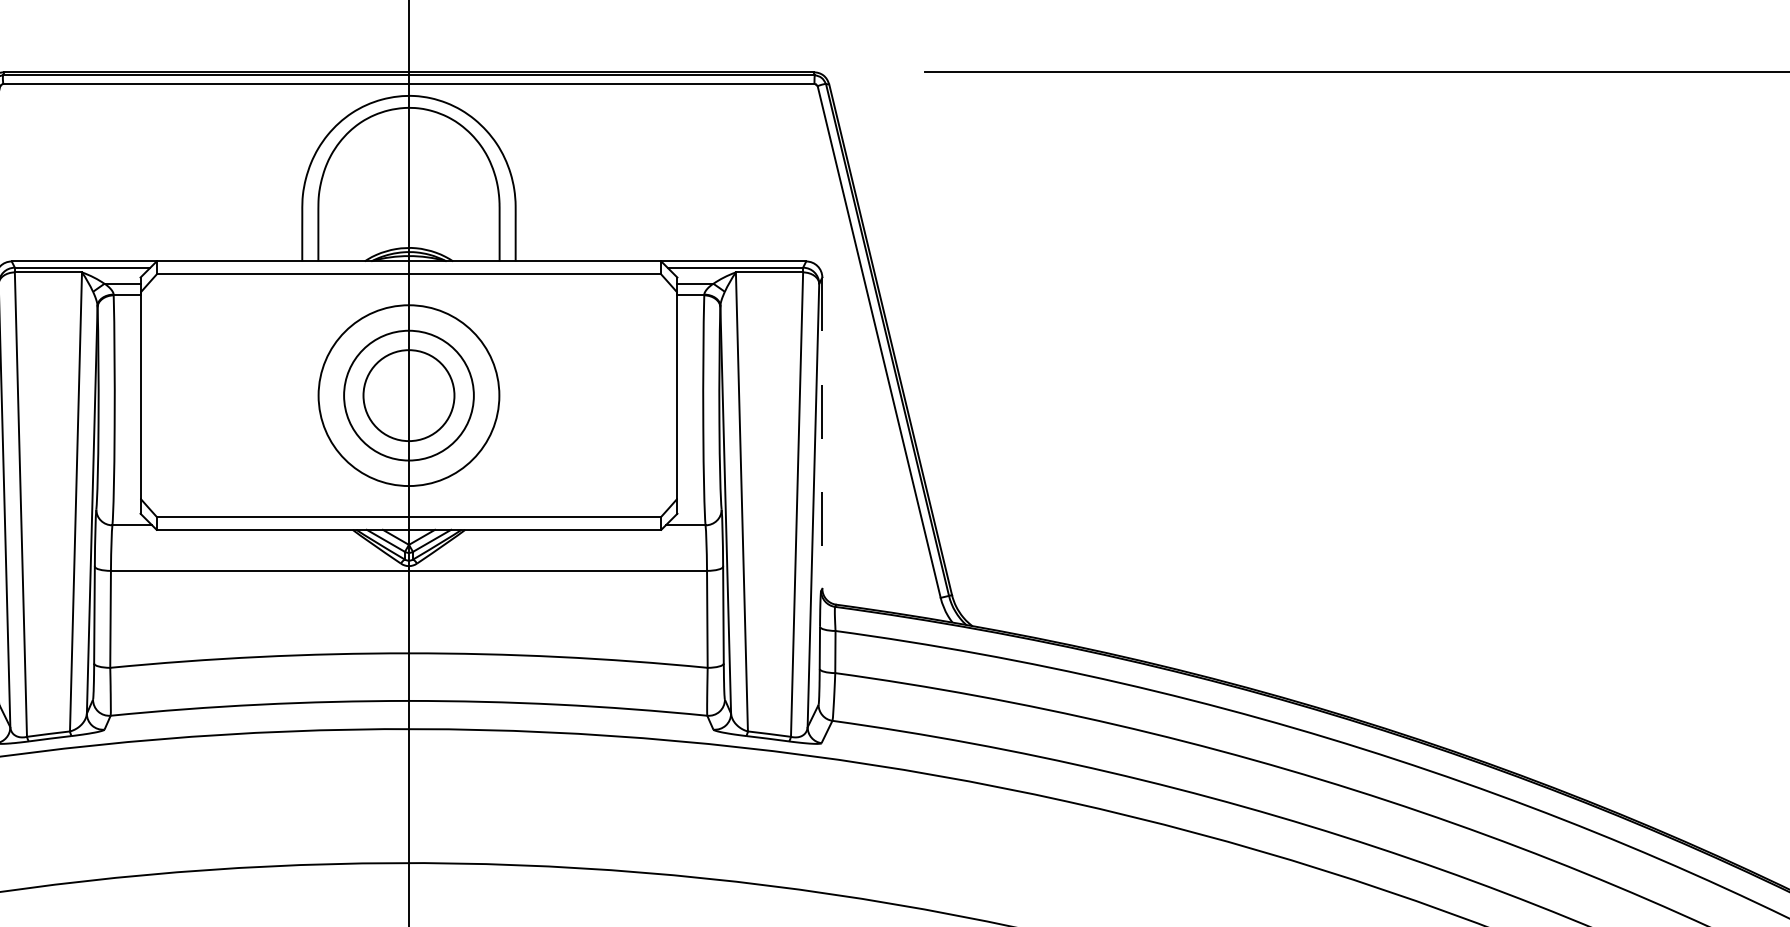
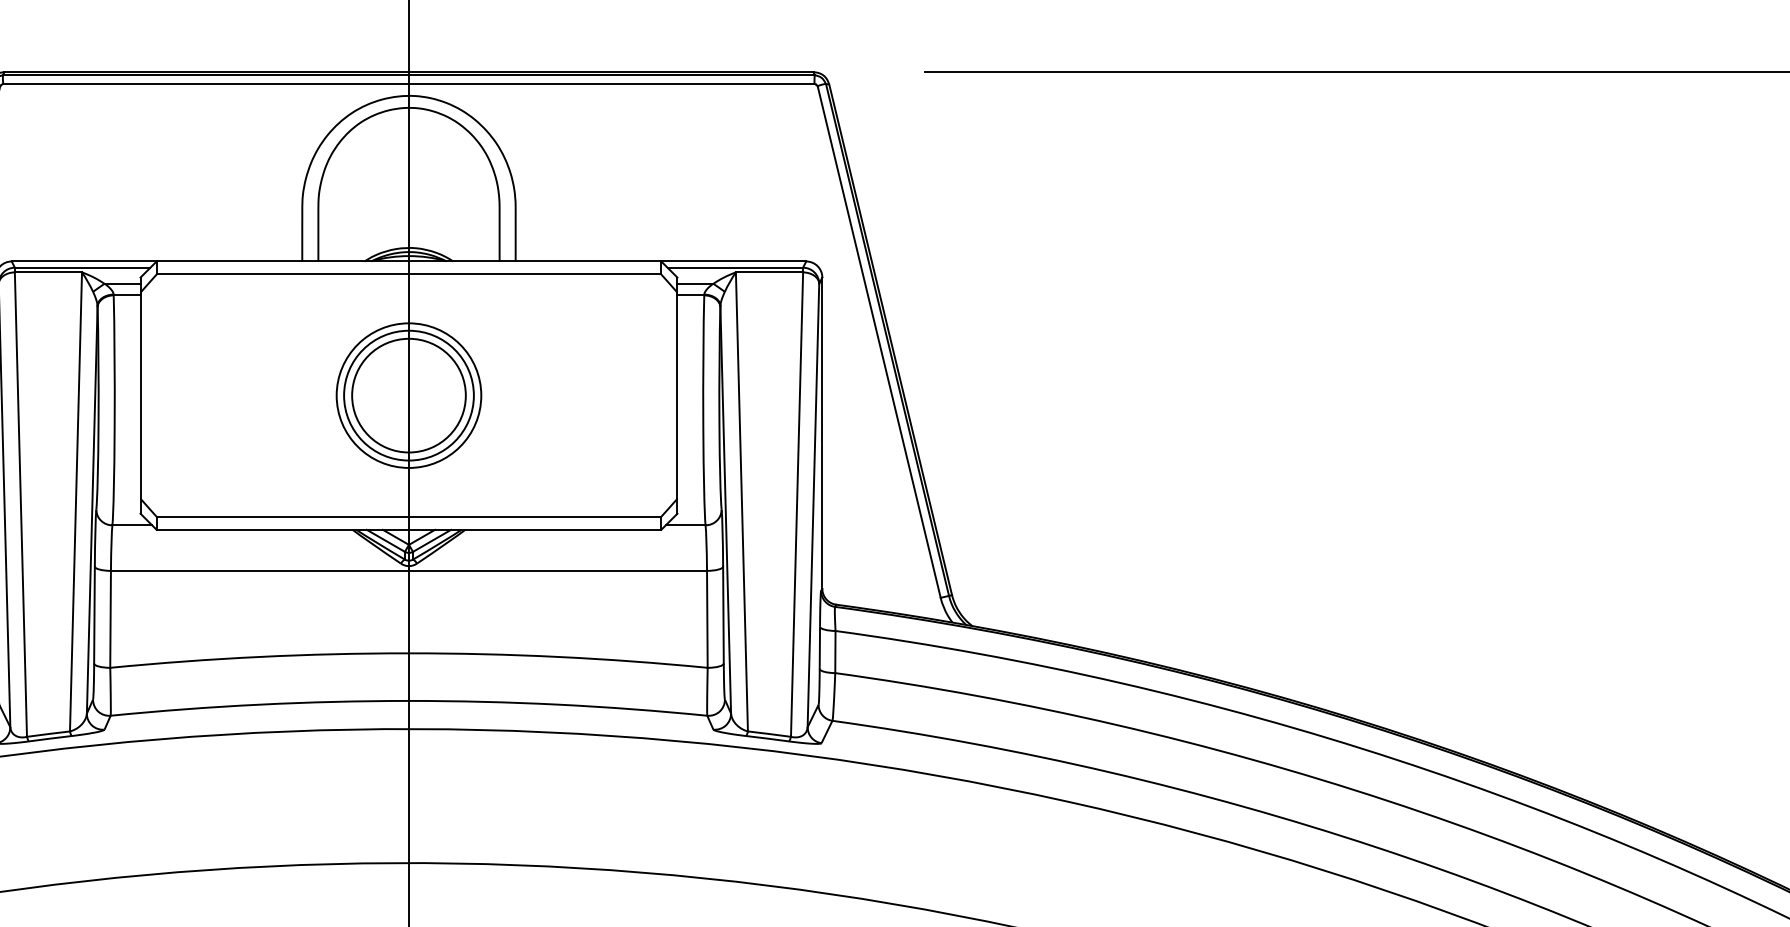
circle at (408, 395) diameter: 181 px -> 145 px
circle at (408, 395) diameter: 91 px -> 114 px
line at (822, 433): dashed -> solid
